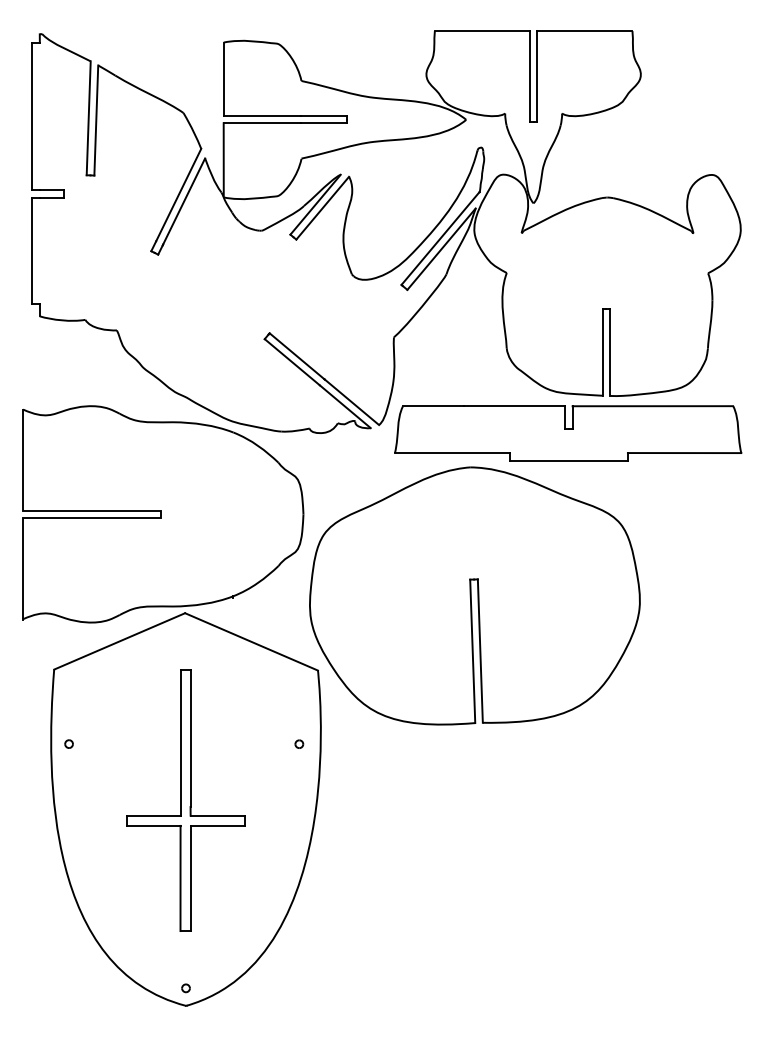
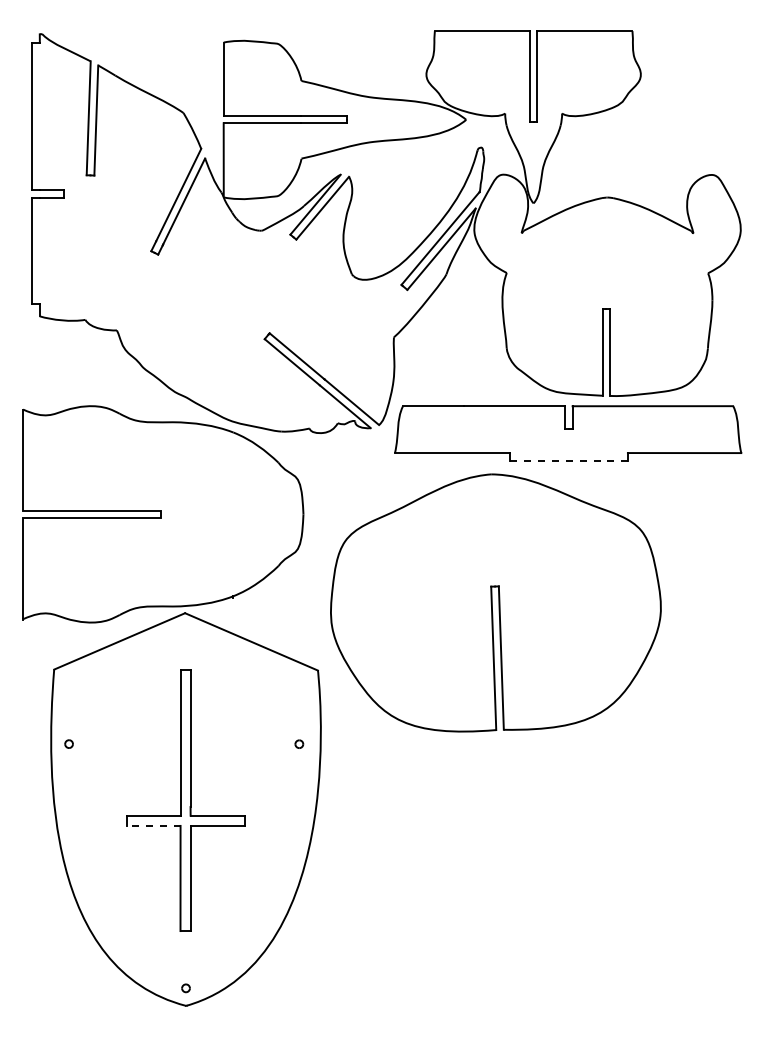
line at (569, 460): solid -> dashed
part at (474, 595) position: (474, 595) -> (495, 602)
line at (153, 825): solid -> dashed
